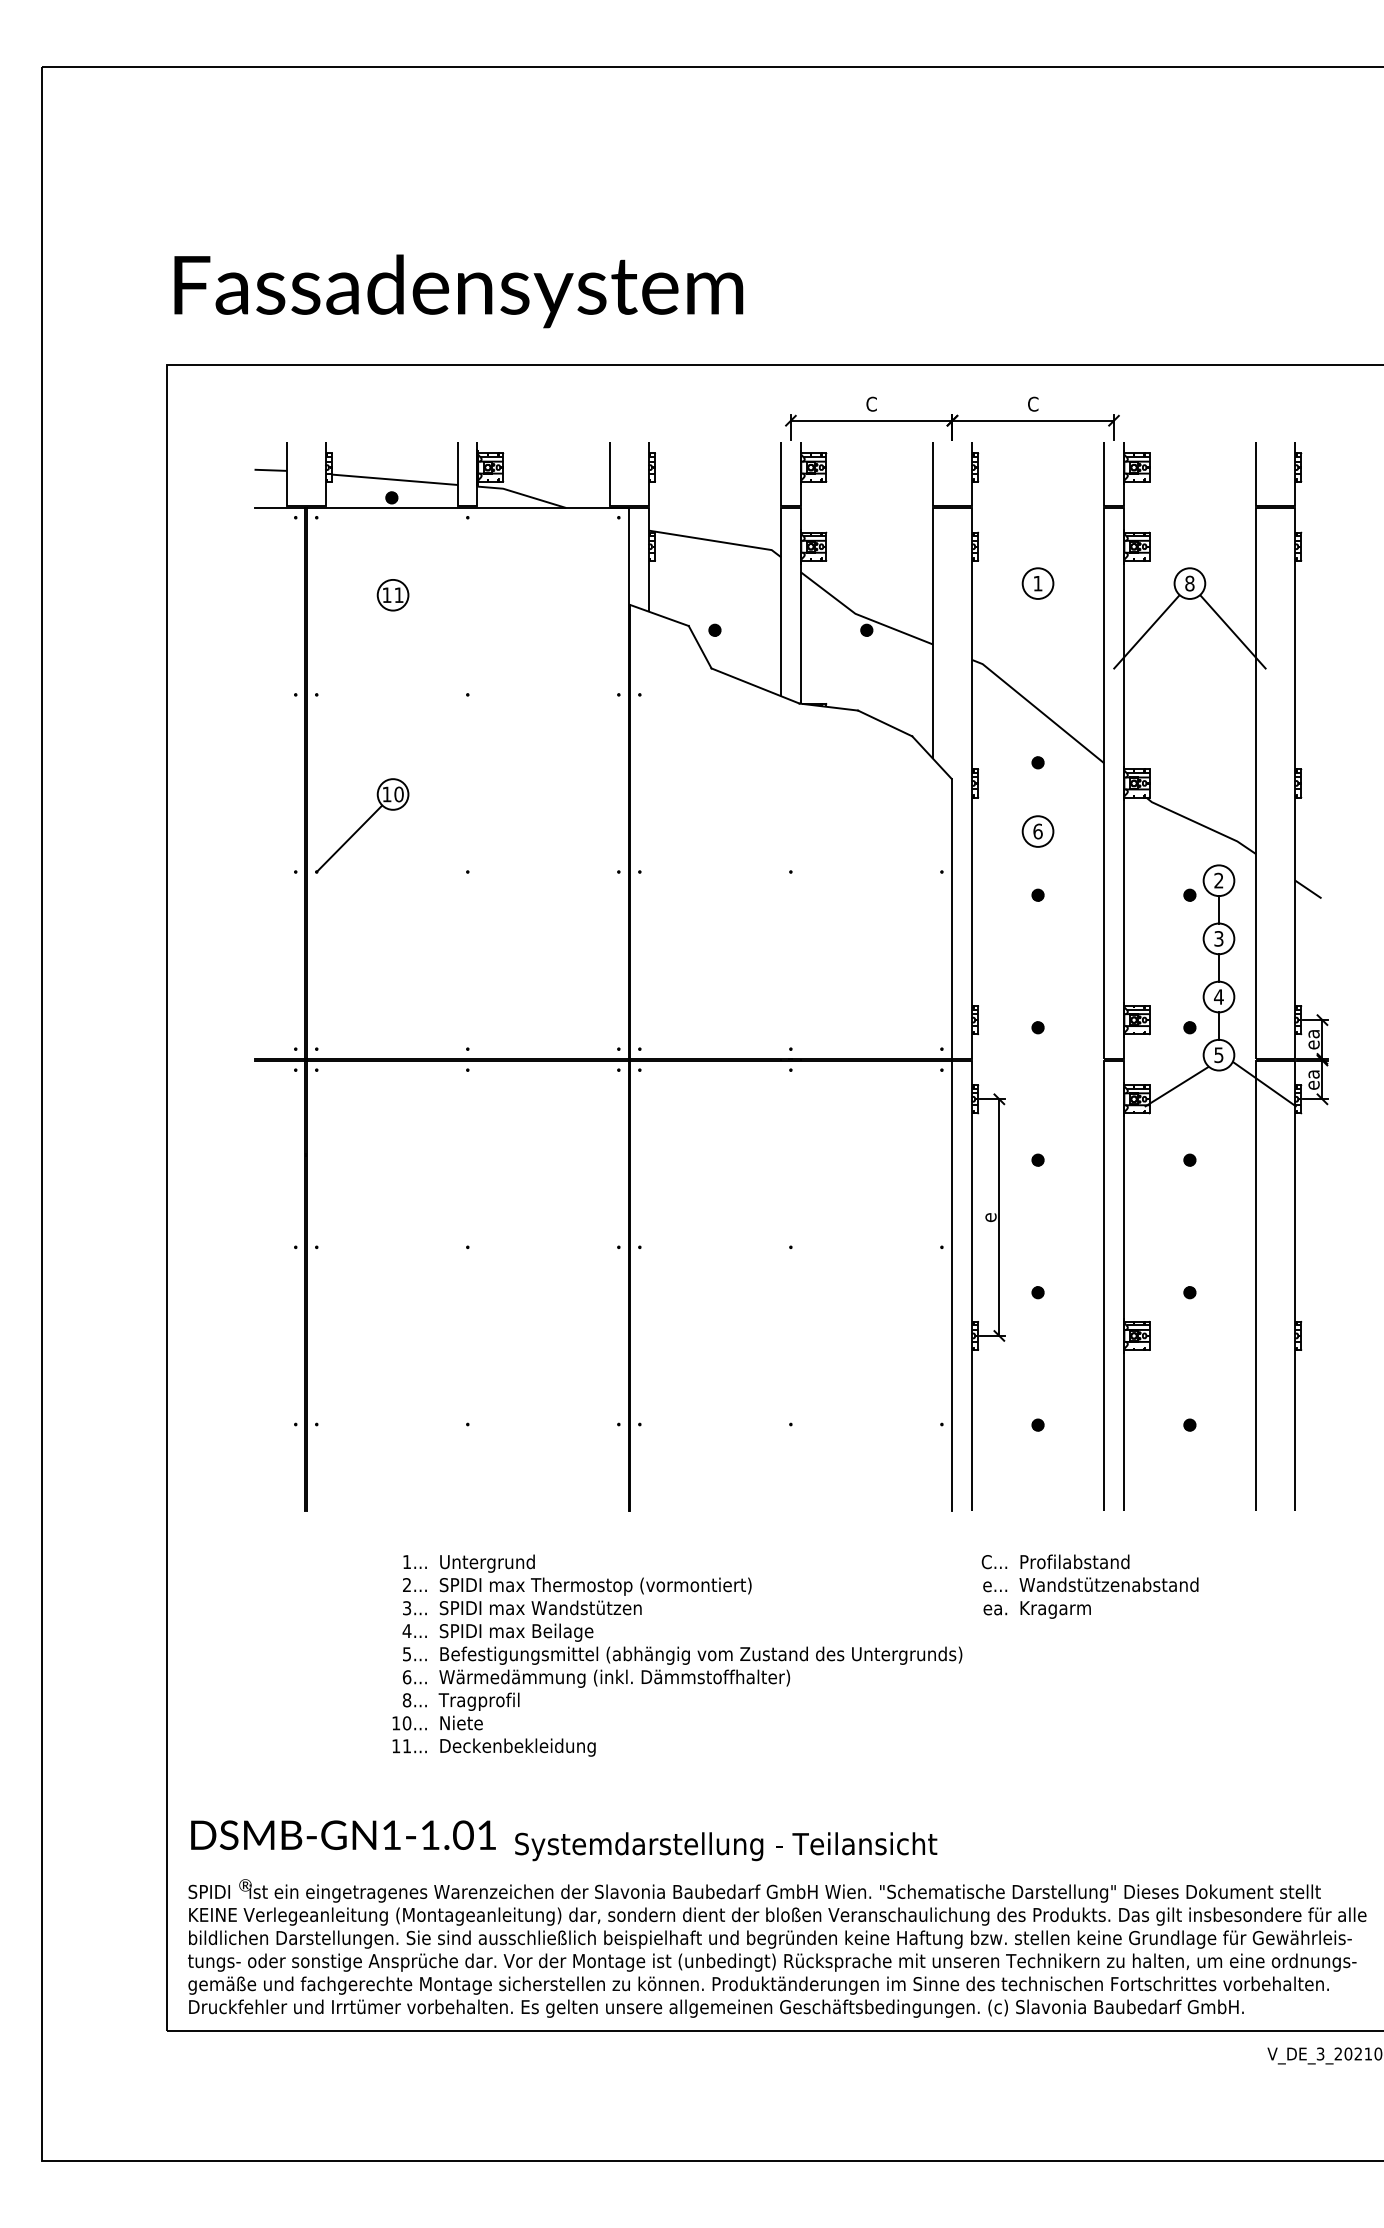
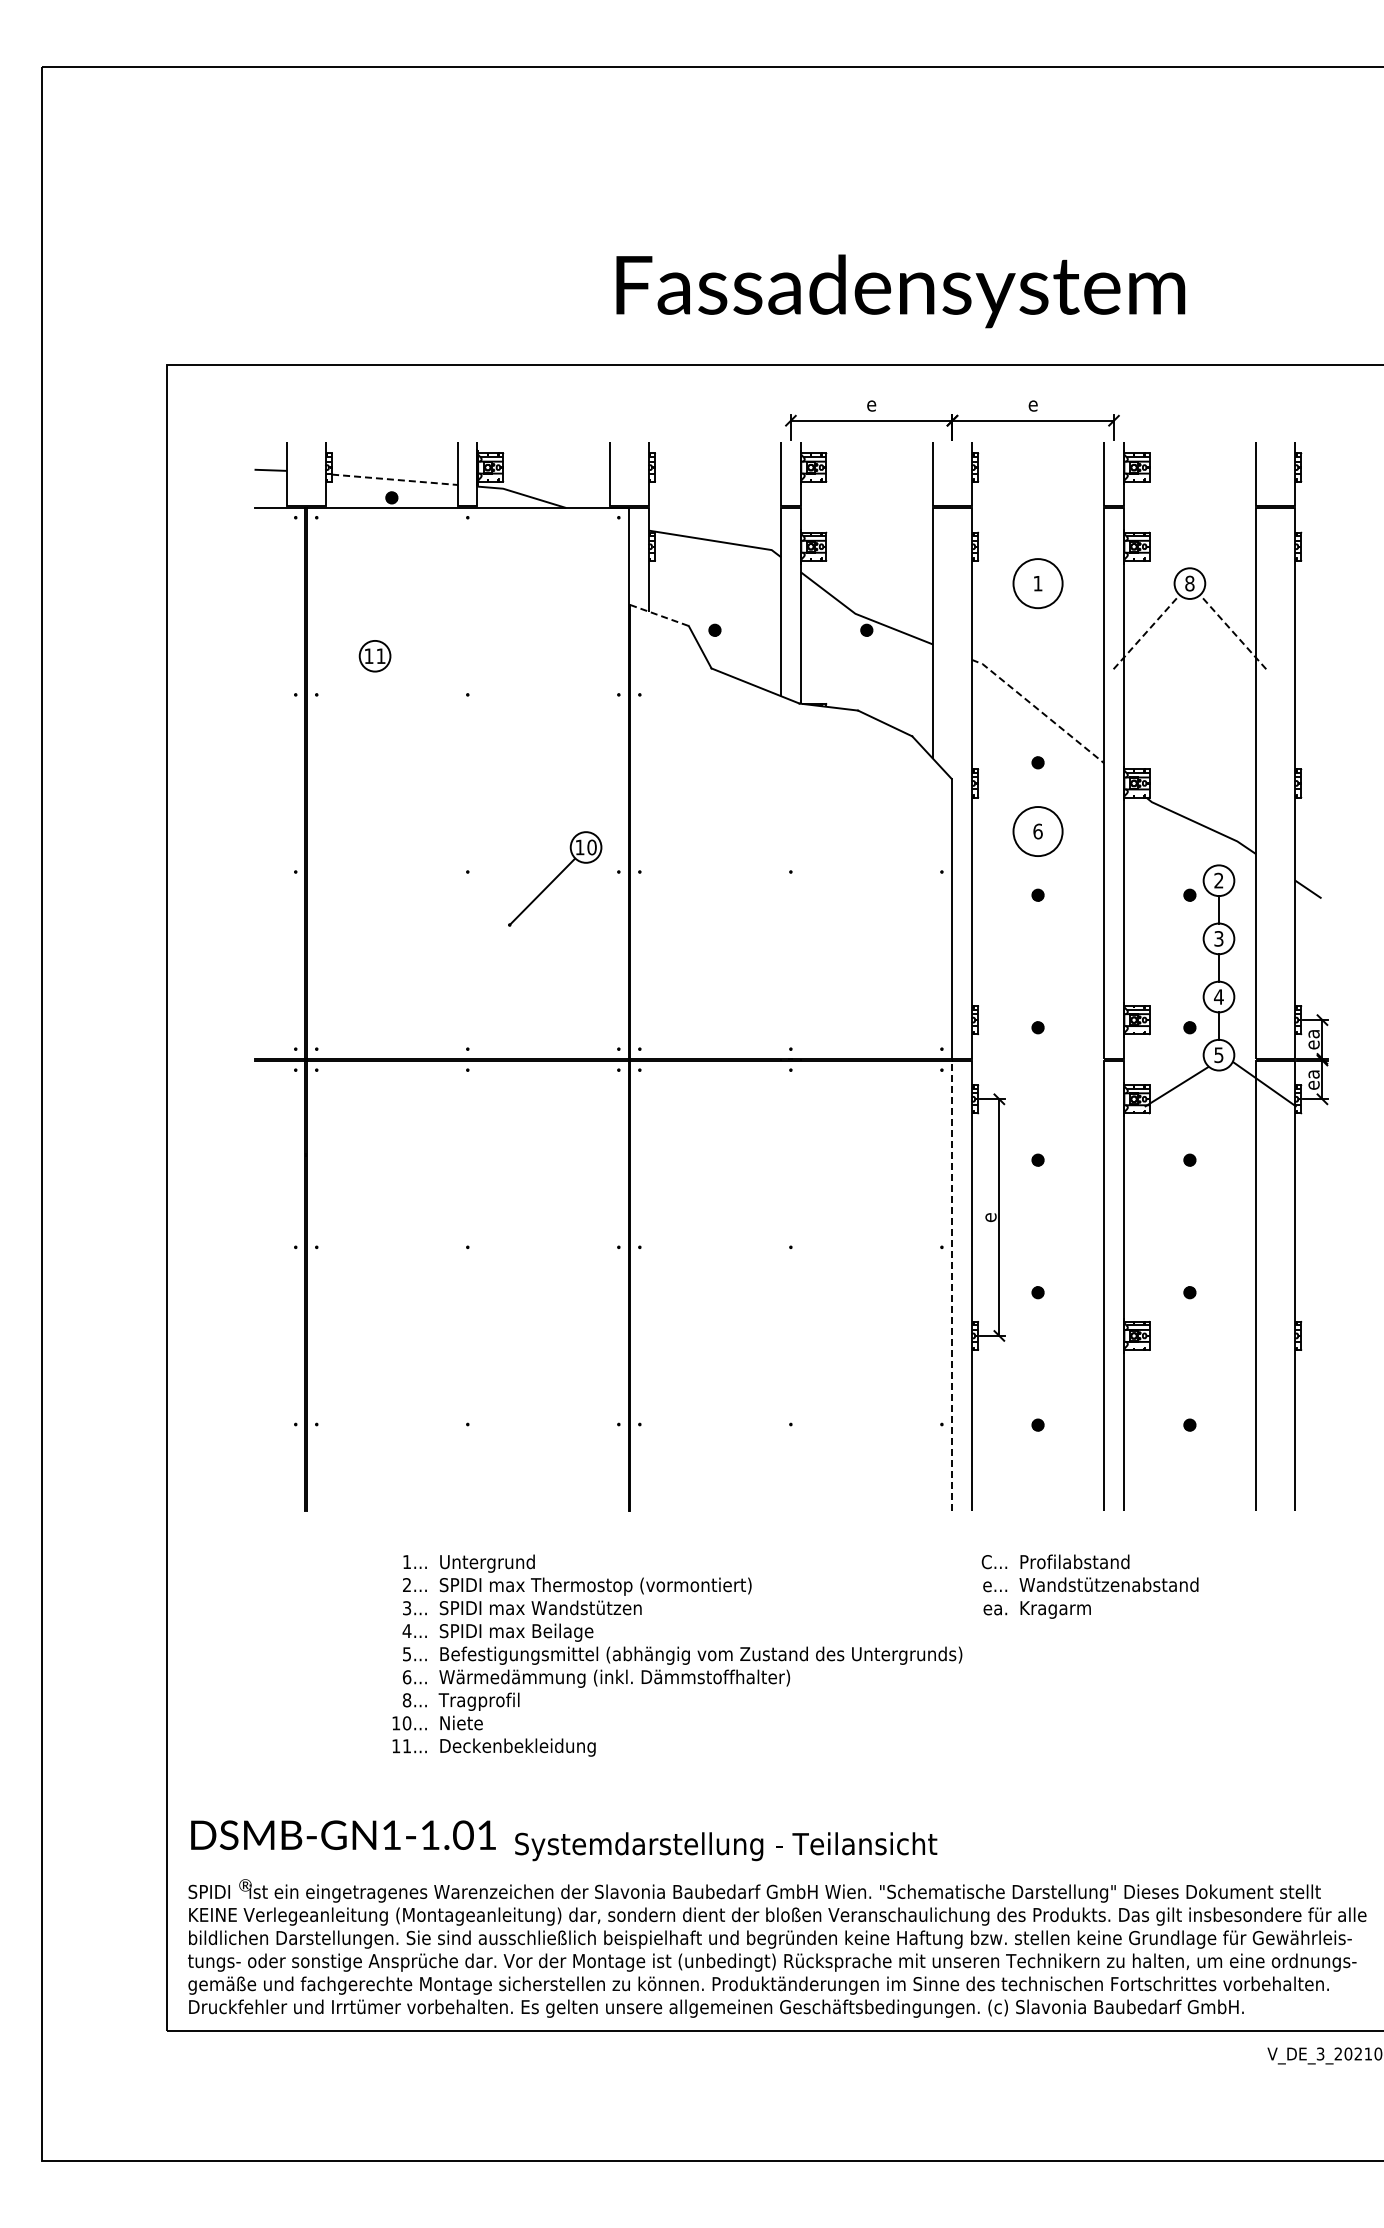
text at (458, 291) position: (458, 291) -> (900, 291)
text at (871, 403): C -> e
text at (1033, 403): C -> e
line at (395, 479): solid -> dashed
circle at (1037, 583) diameter: 31 px -> 49 px
part at (392, 595) position: (392, 595) -> (374, 656)
line at (659, 615): solid -> dashed
line at (1146, 632): solid -> dashed
line at (1233, 632): solid -> dashed
line at (1038, 709): solid -> dashed
part at (362, 825) position: (362, 825) -> (555, 878)
circle at (1037, 831) diameter: 31 px -> 49 px
line at (951, 1285): solid -> dashed
